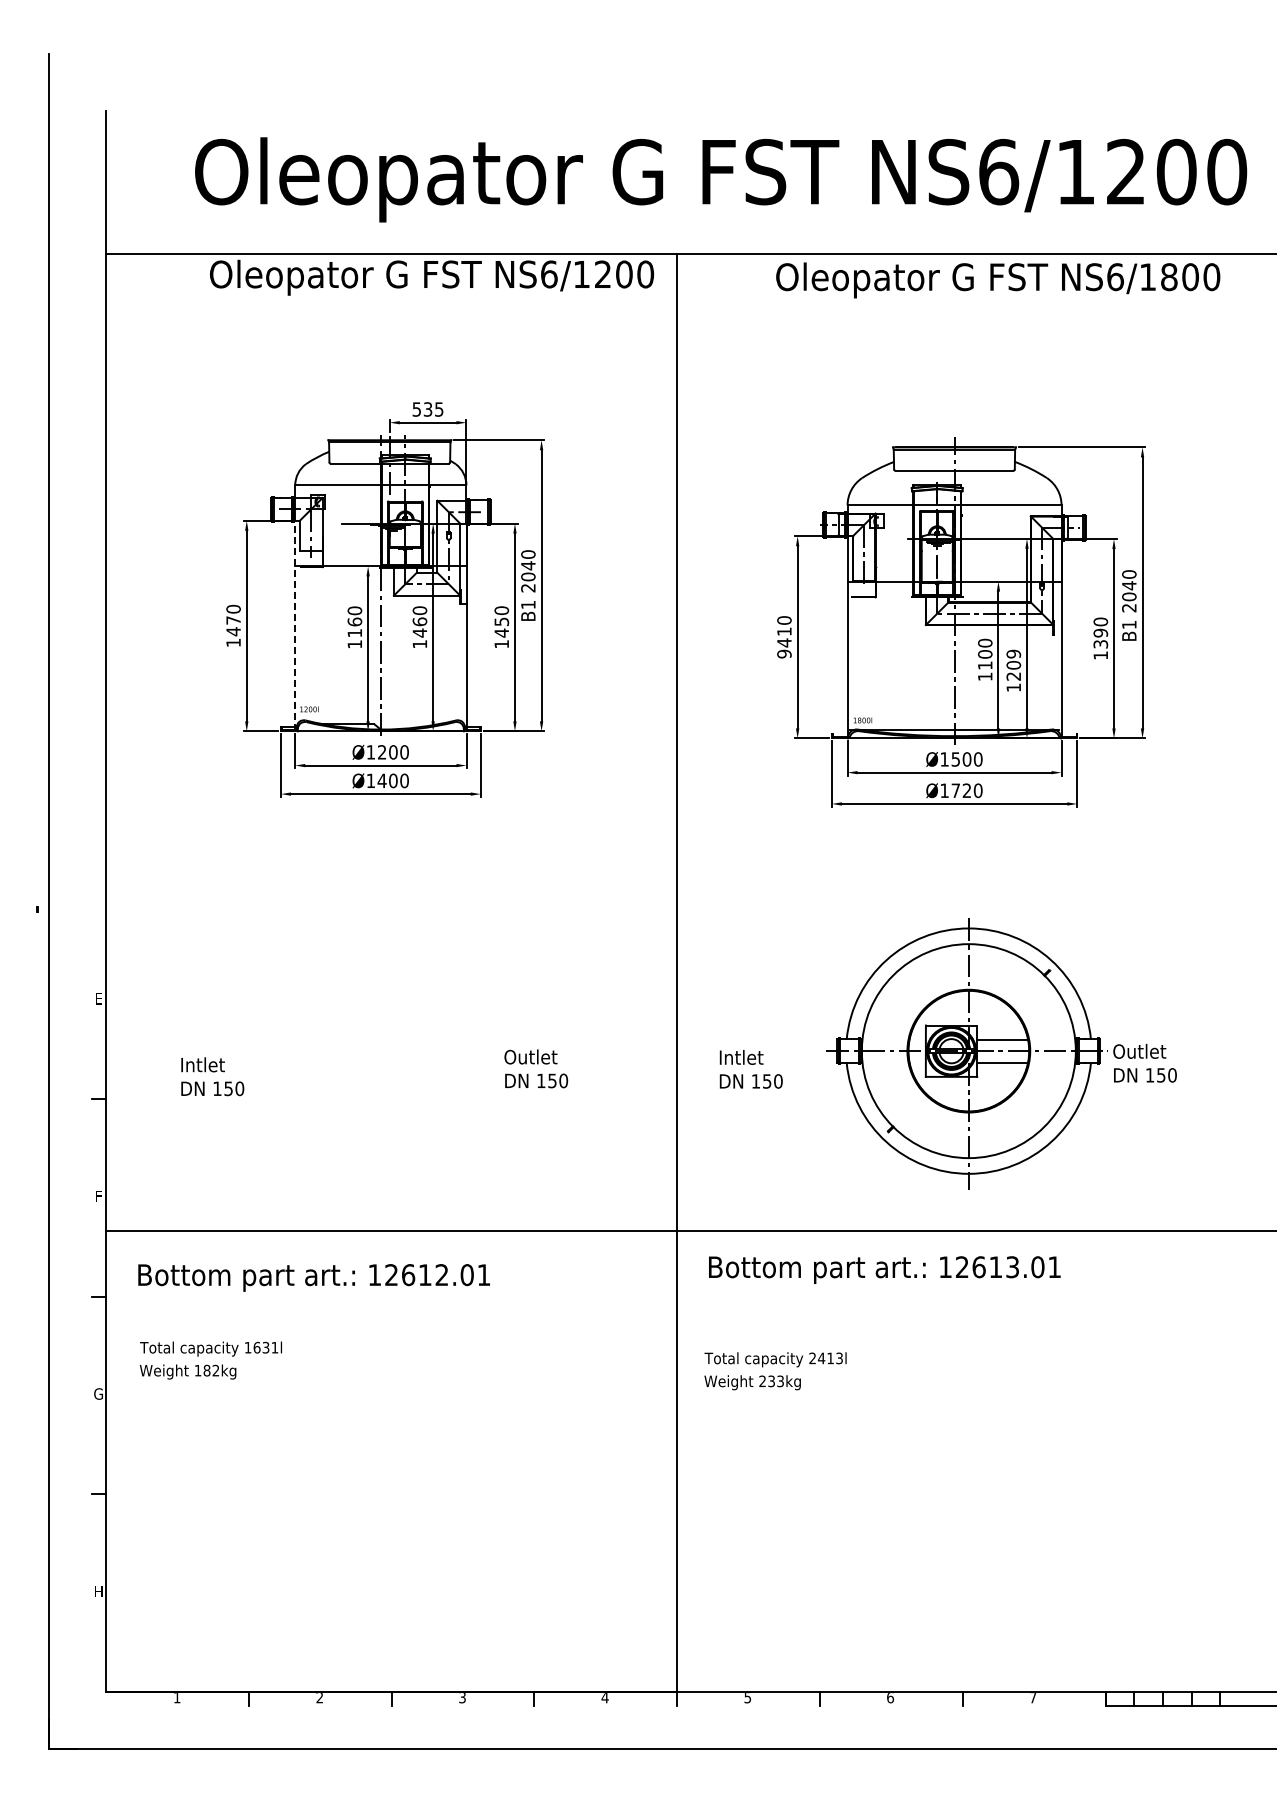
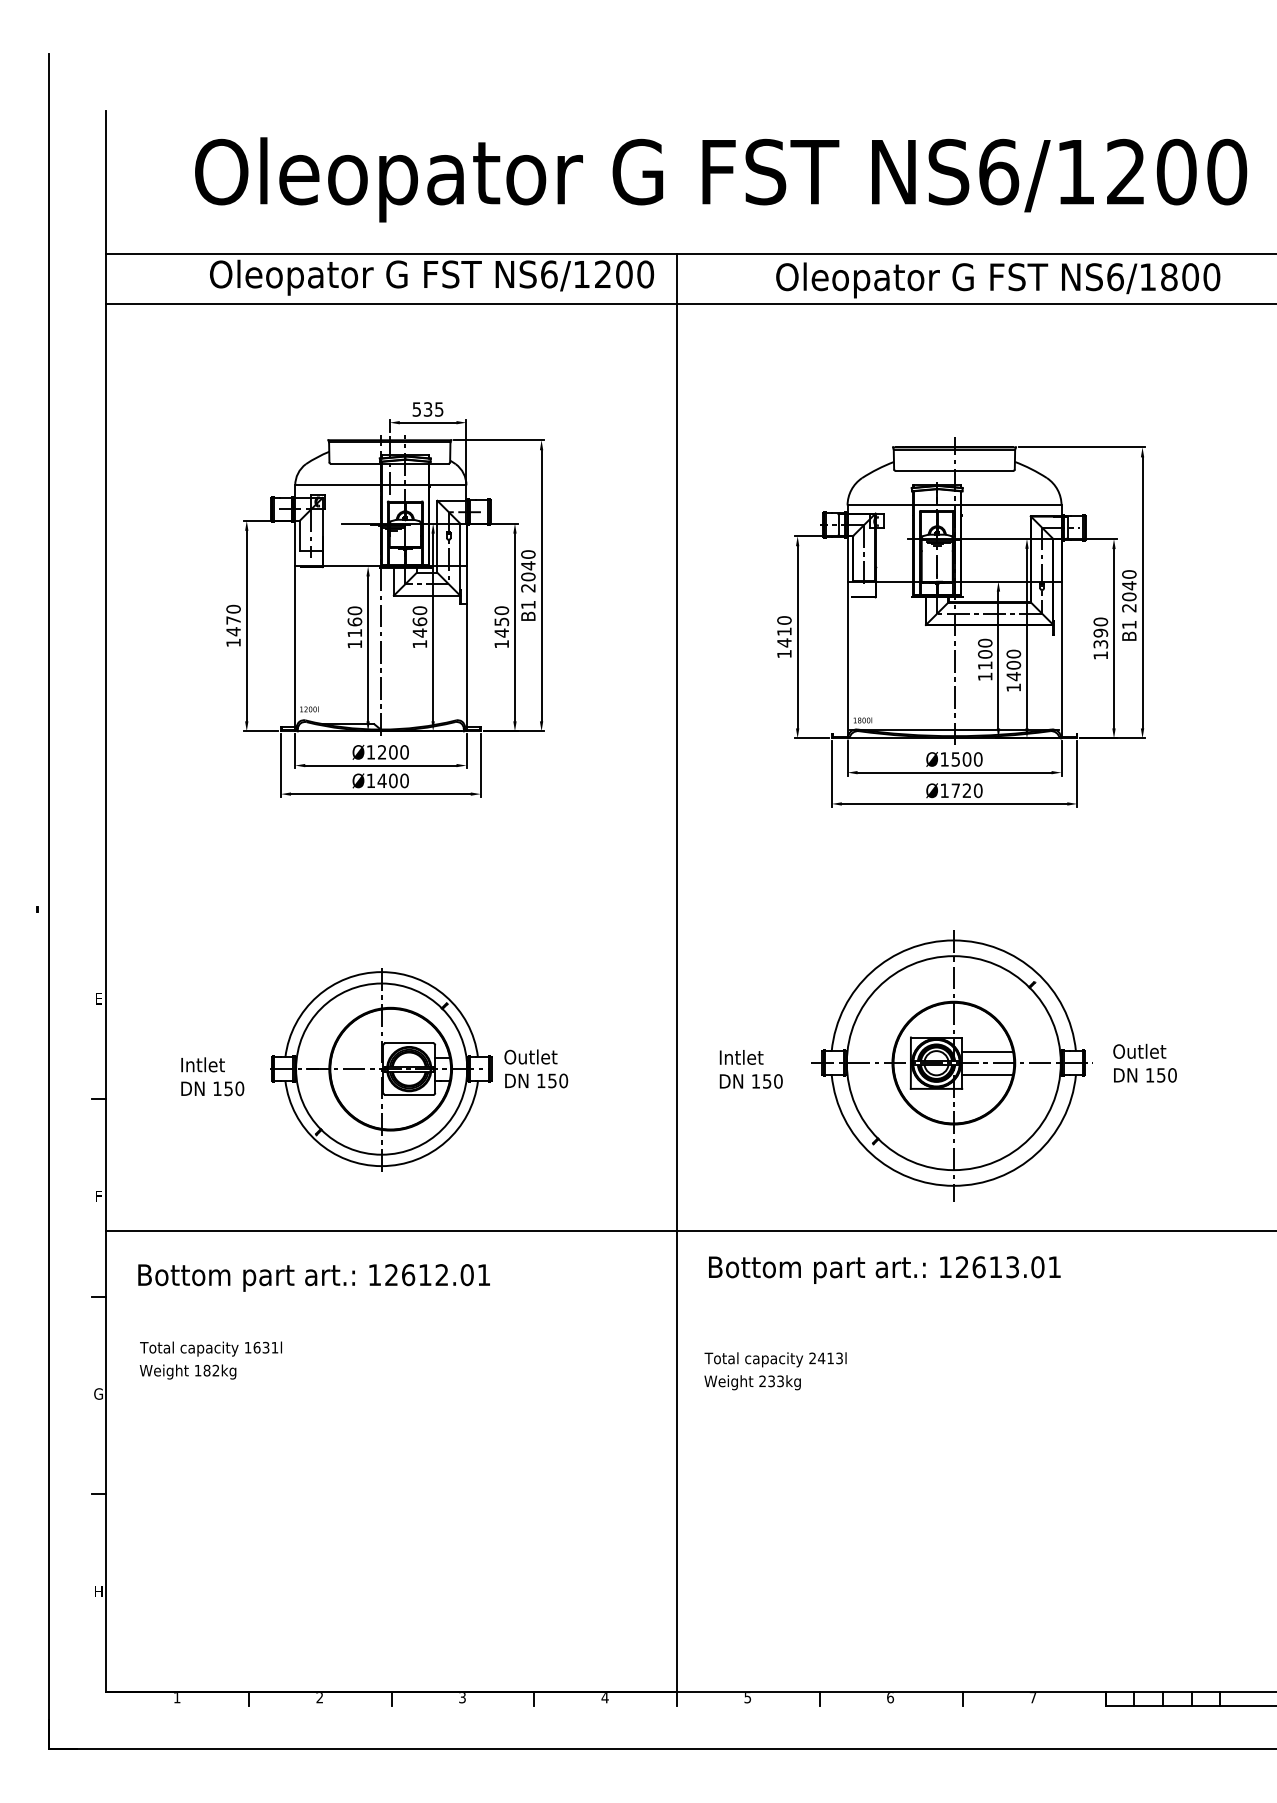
line at (689, 303): none -> present
line at (295, 625): dashed -> solid
text at (784, 653): 9410 -> 1410
text at (1013, 665): 1209 -> 1400
part at (966, 1053) position: (966, 1053) -> (951, 1065)
part at (381, 1069): none -> present
